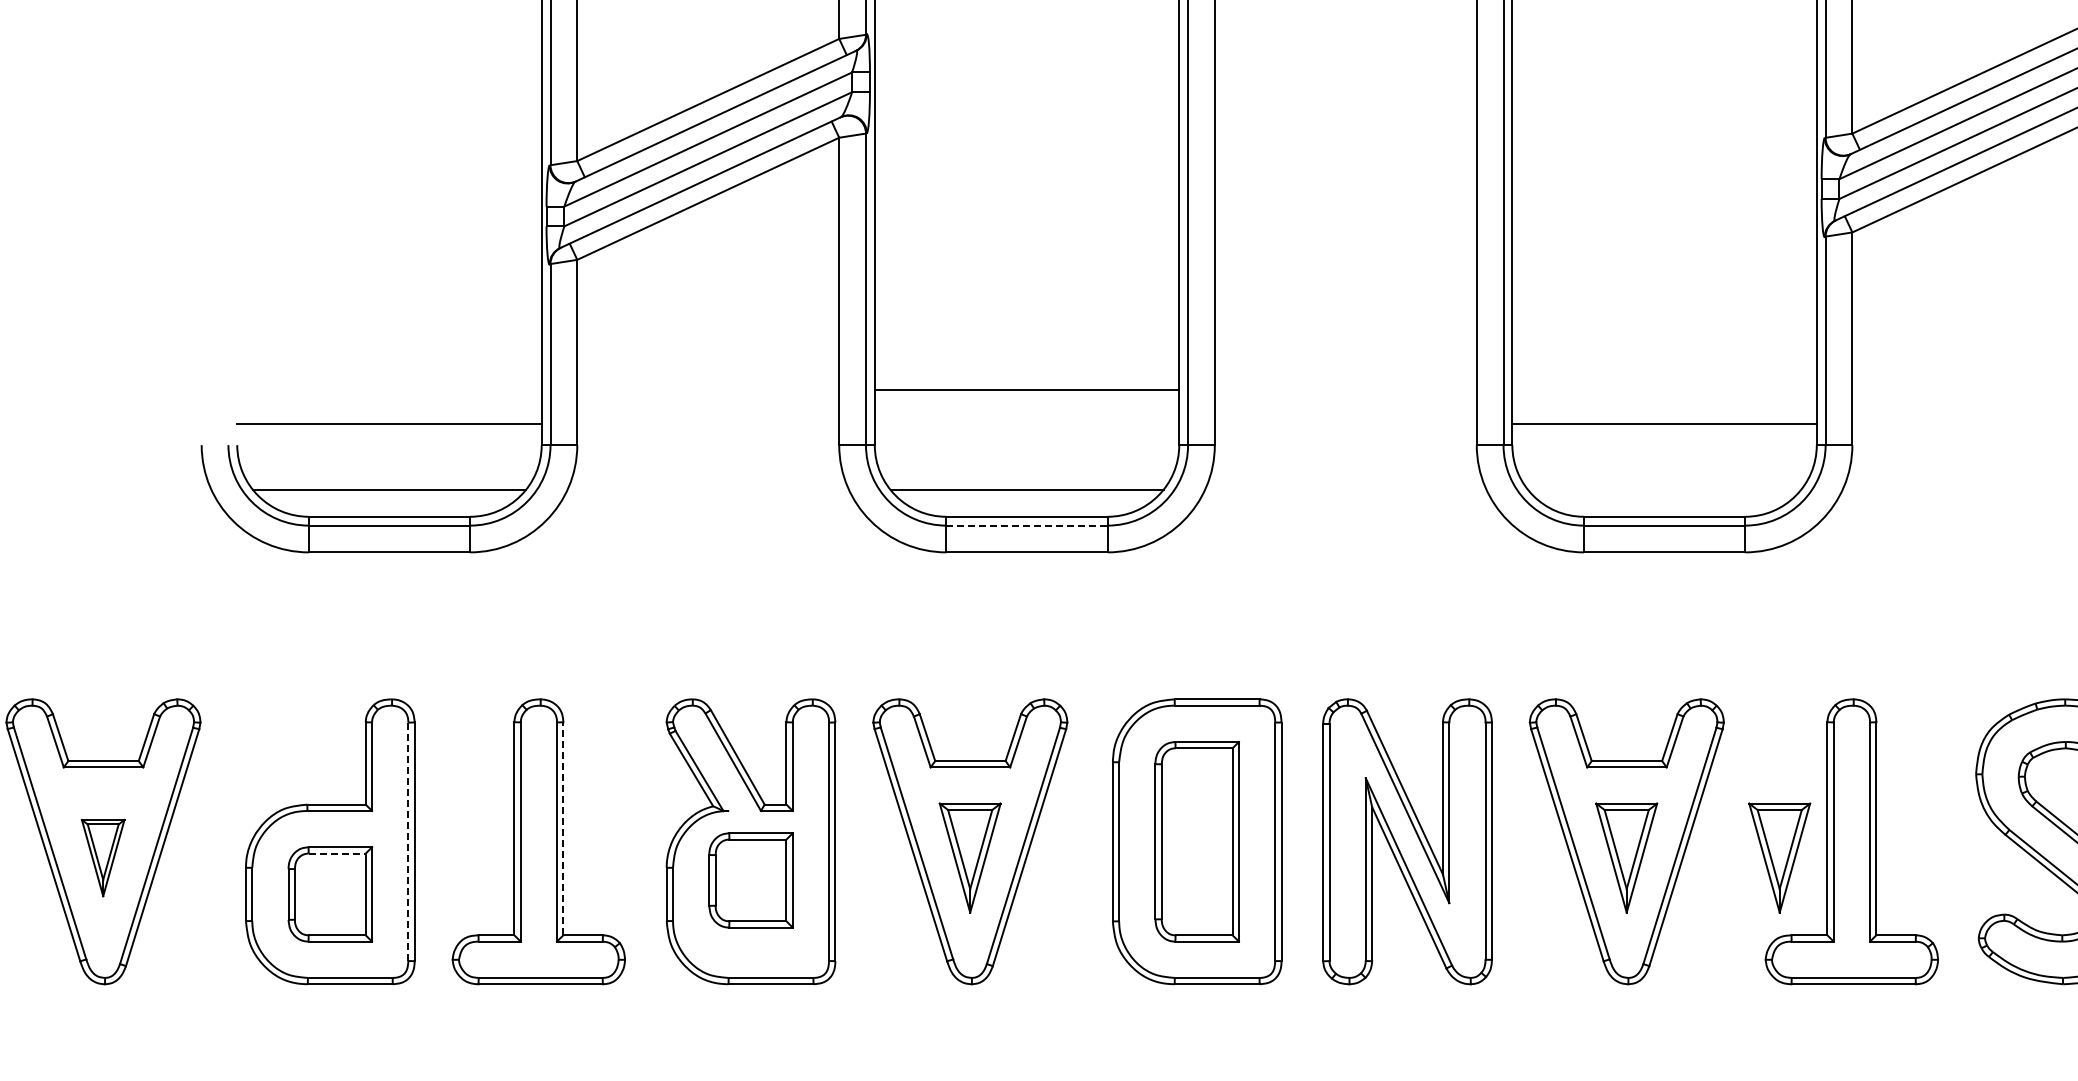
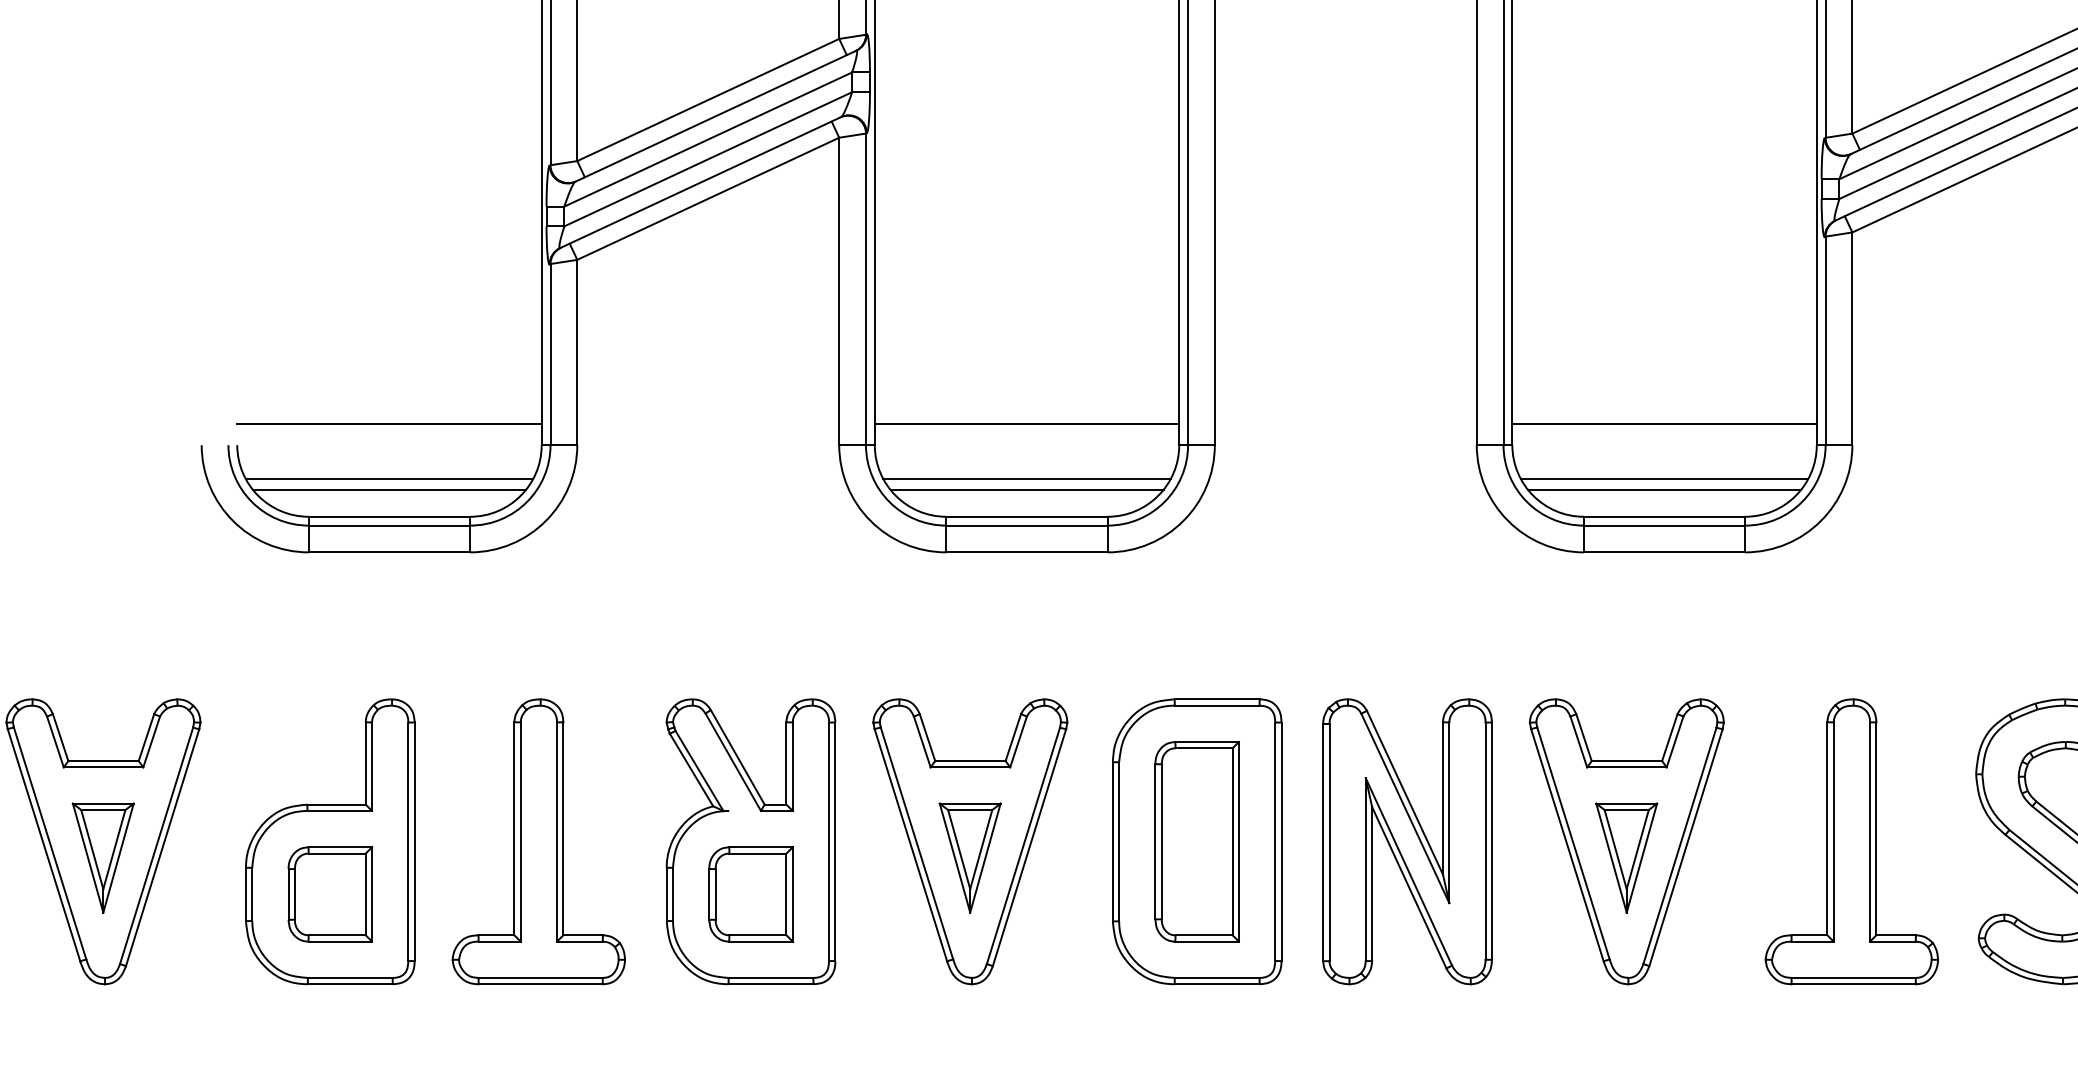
line at (1026, 390) position: (1026, 390) -> (1026, 424)
line at (389, 479): none -> present
line at (1026, 479): none -> present
line at (1664, 479): none -> present
line at (1664, 489): none -> present
line at (1027, 525): dashed -> solid
line at (563, 828): dashed -> solid
line at (408, 842): dashed -> solid
line at (337, 853): dashed -> solid
part at (102, 857) size: 46x80 px -> 64x112 px
part at (1779, 857): present -> none
part at (750, 880) position: (750, 880) -> (750, 894)
